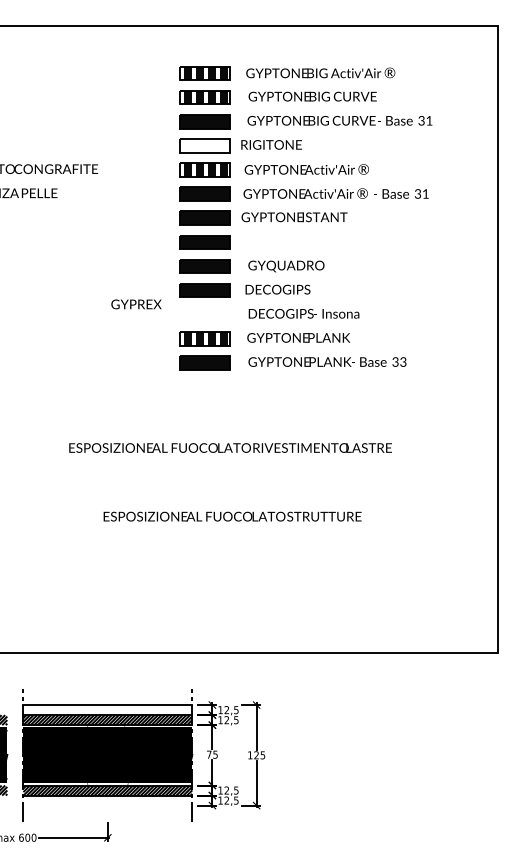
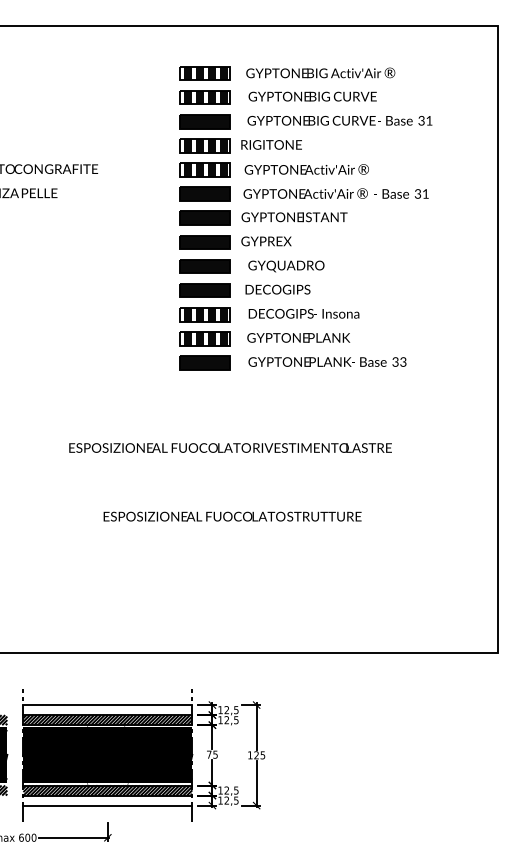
hatch at (205, 145): none -> present
text at (136, 304) position: (136, 304) -> (266, 241)
part at (204, 314): none -> present
line at (107, 805): none -> present
